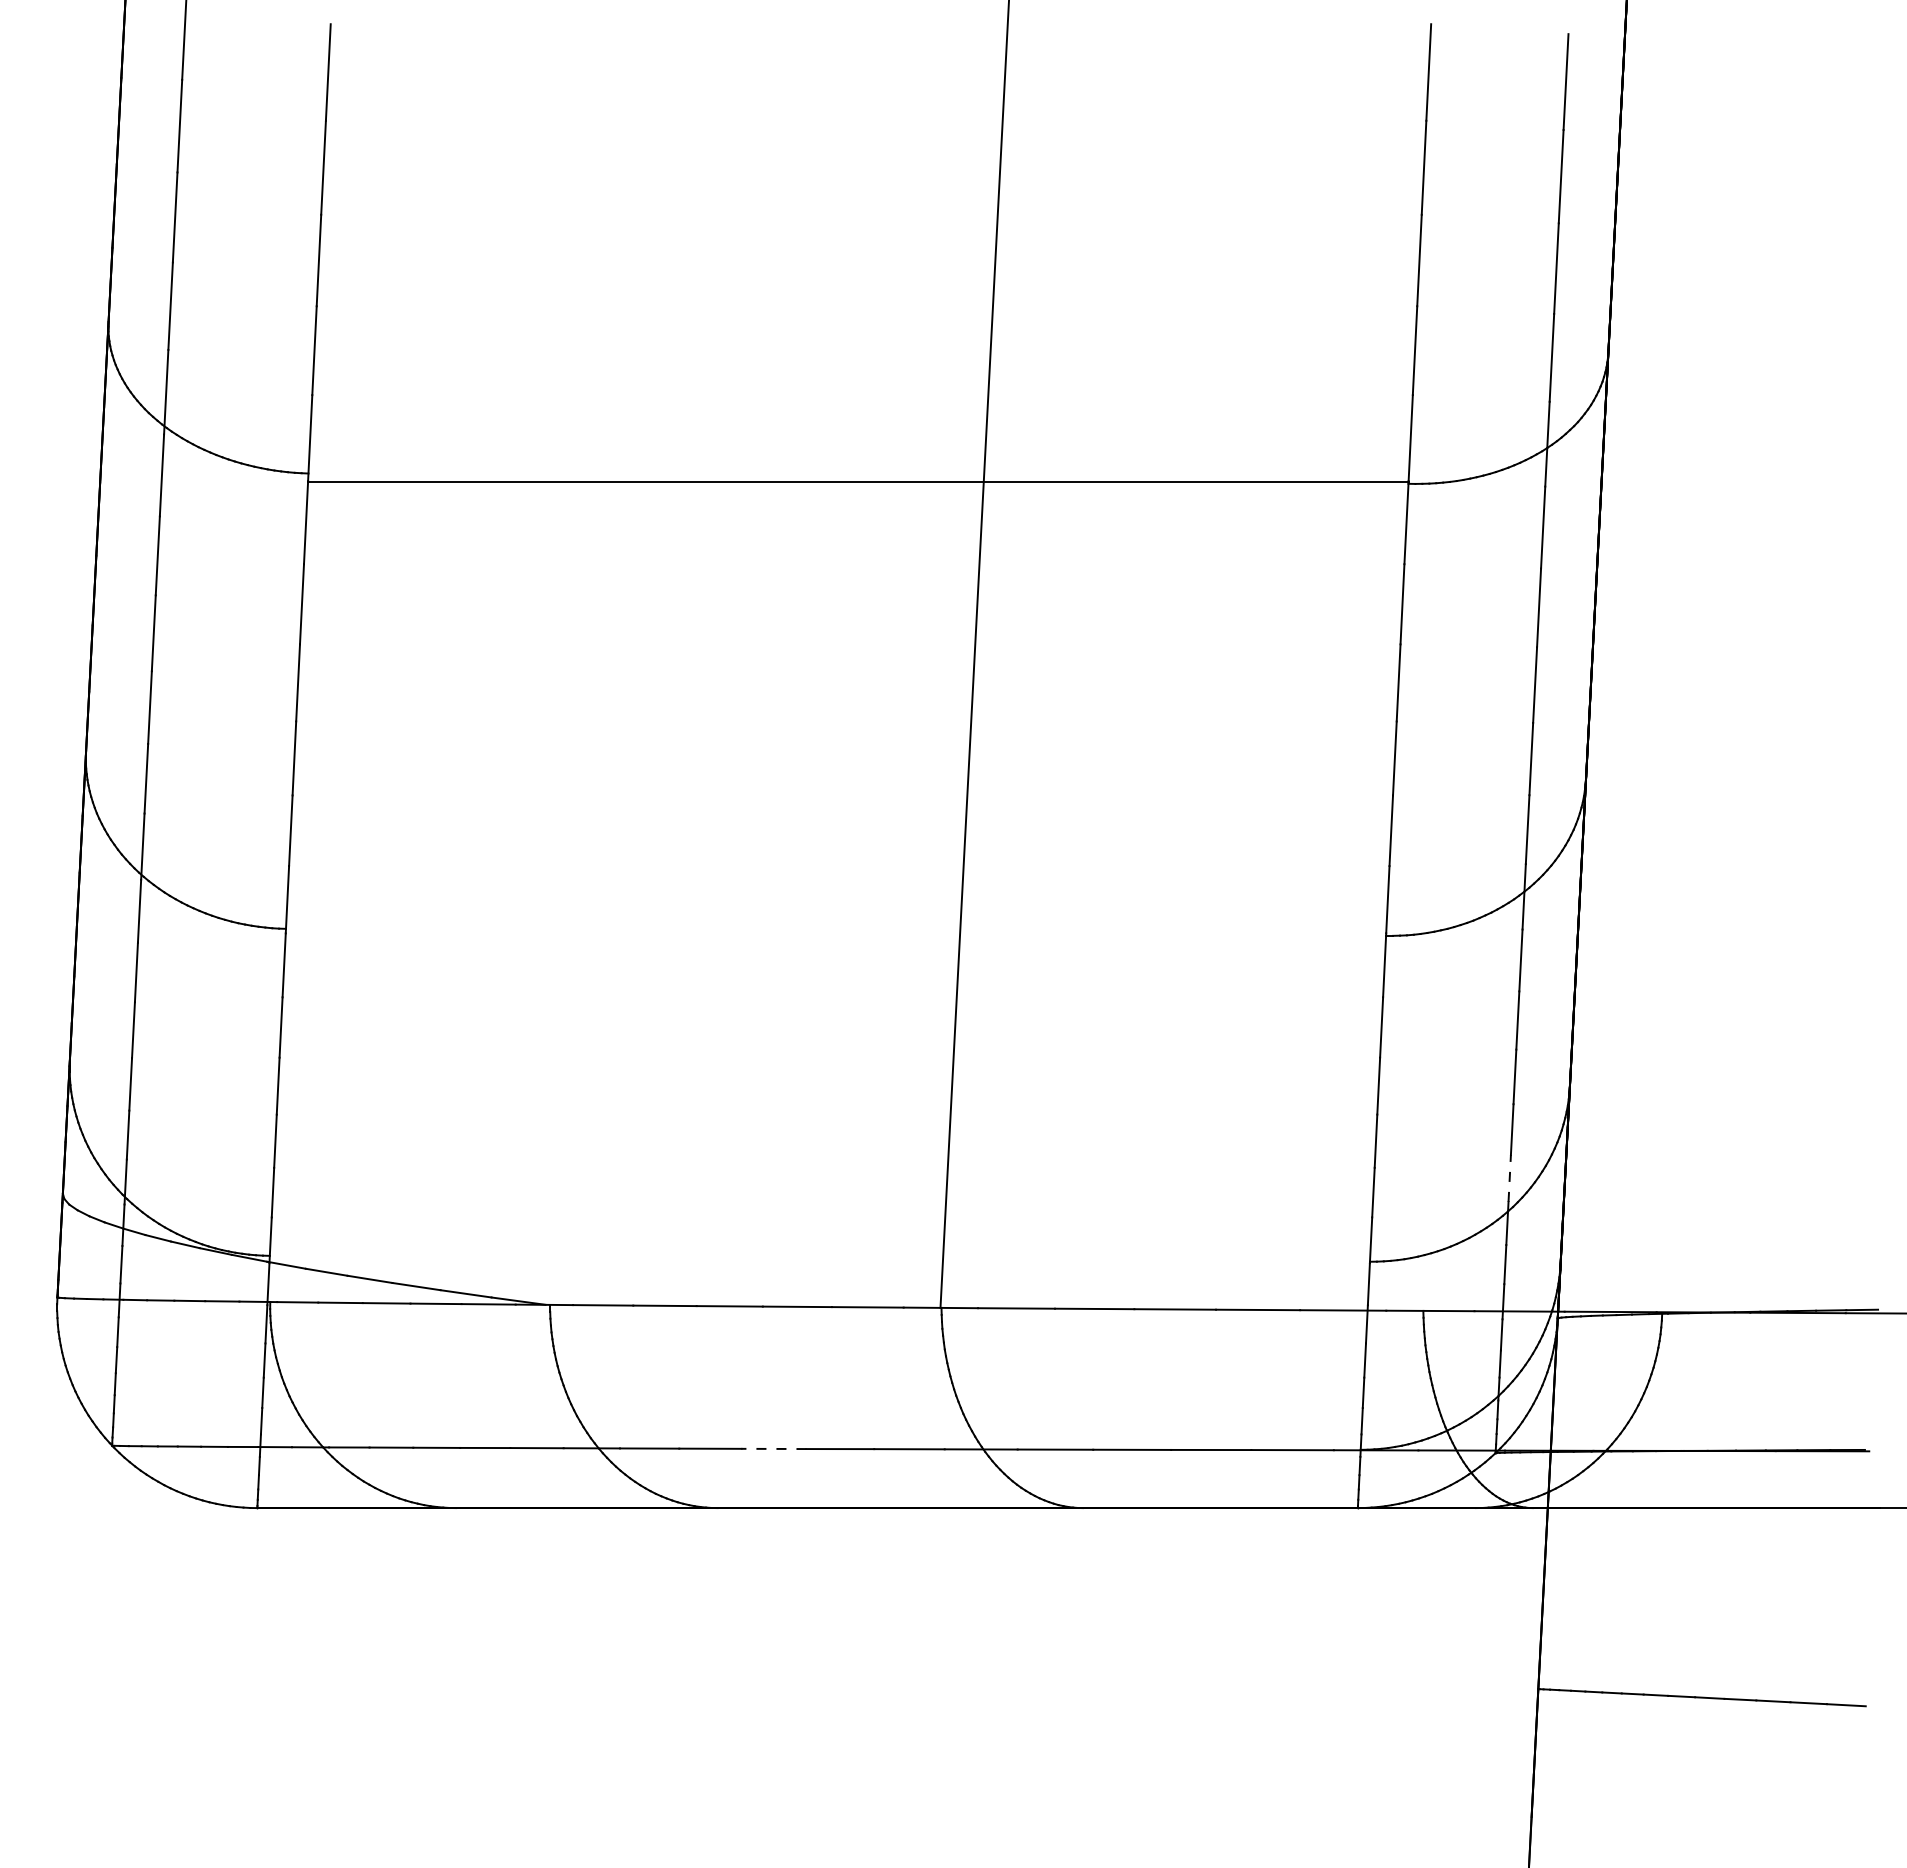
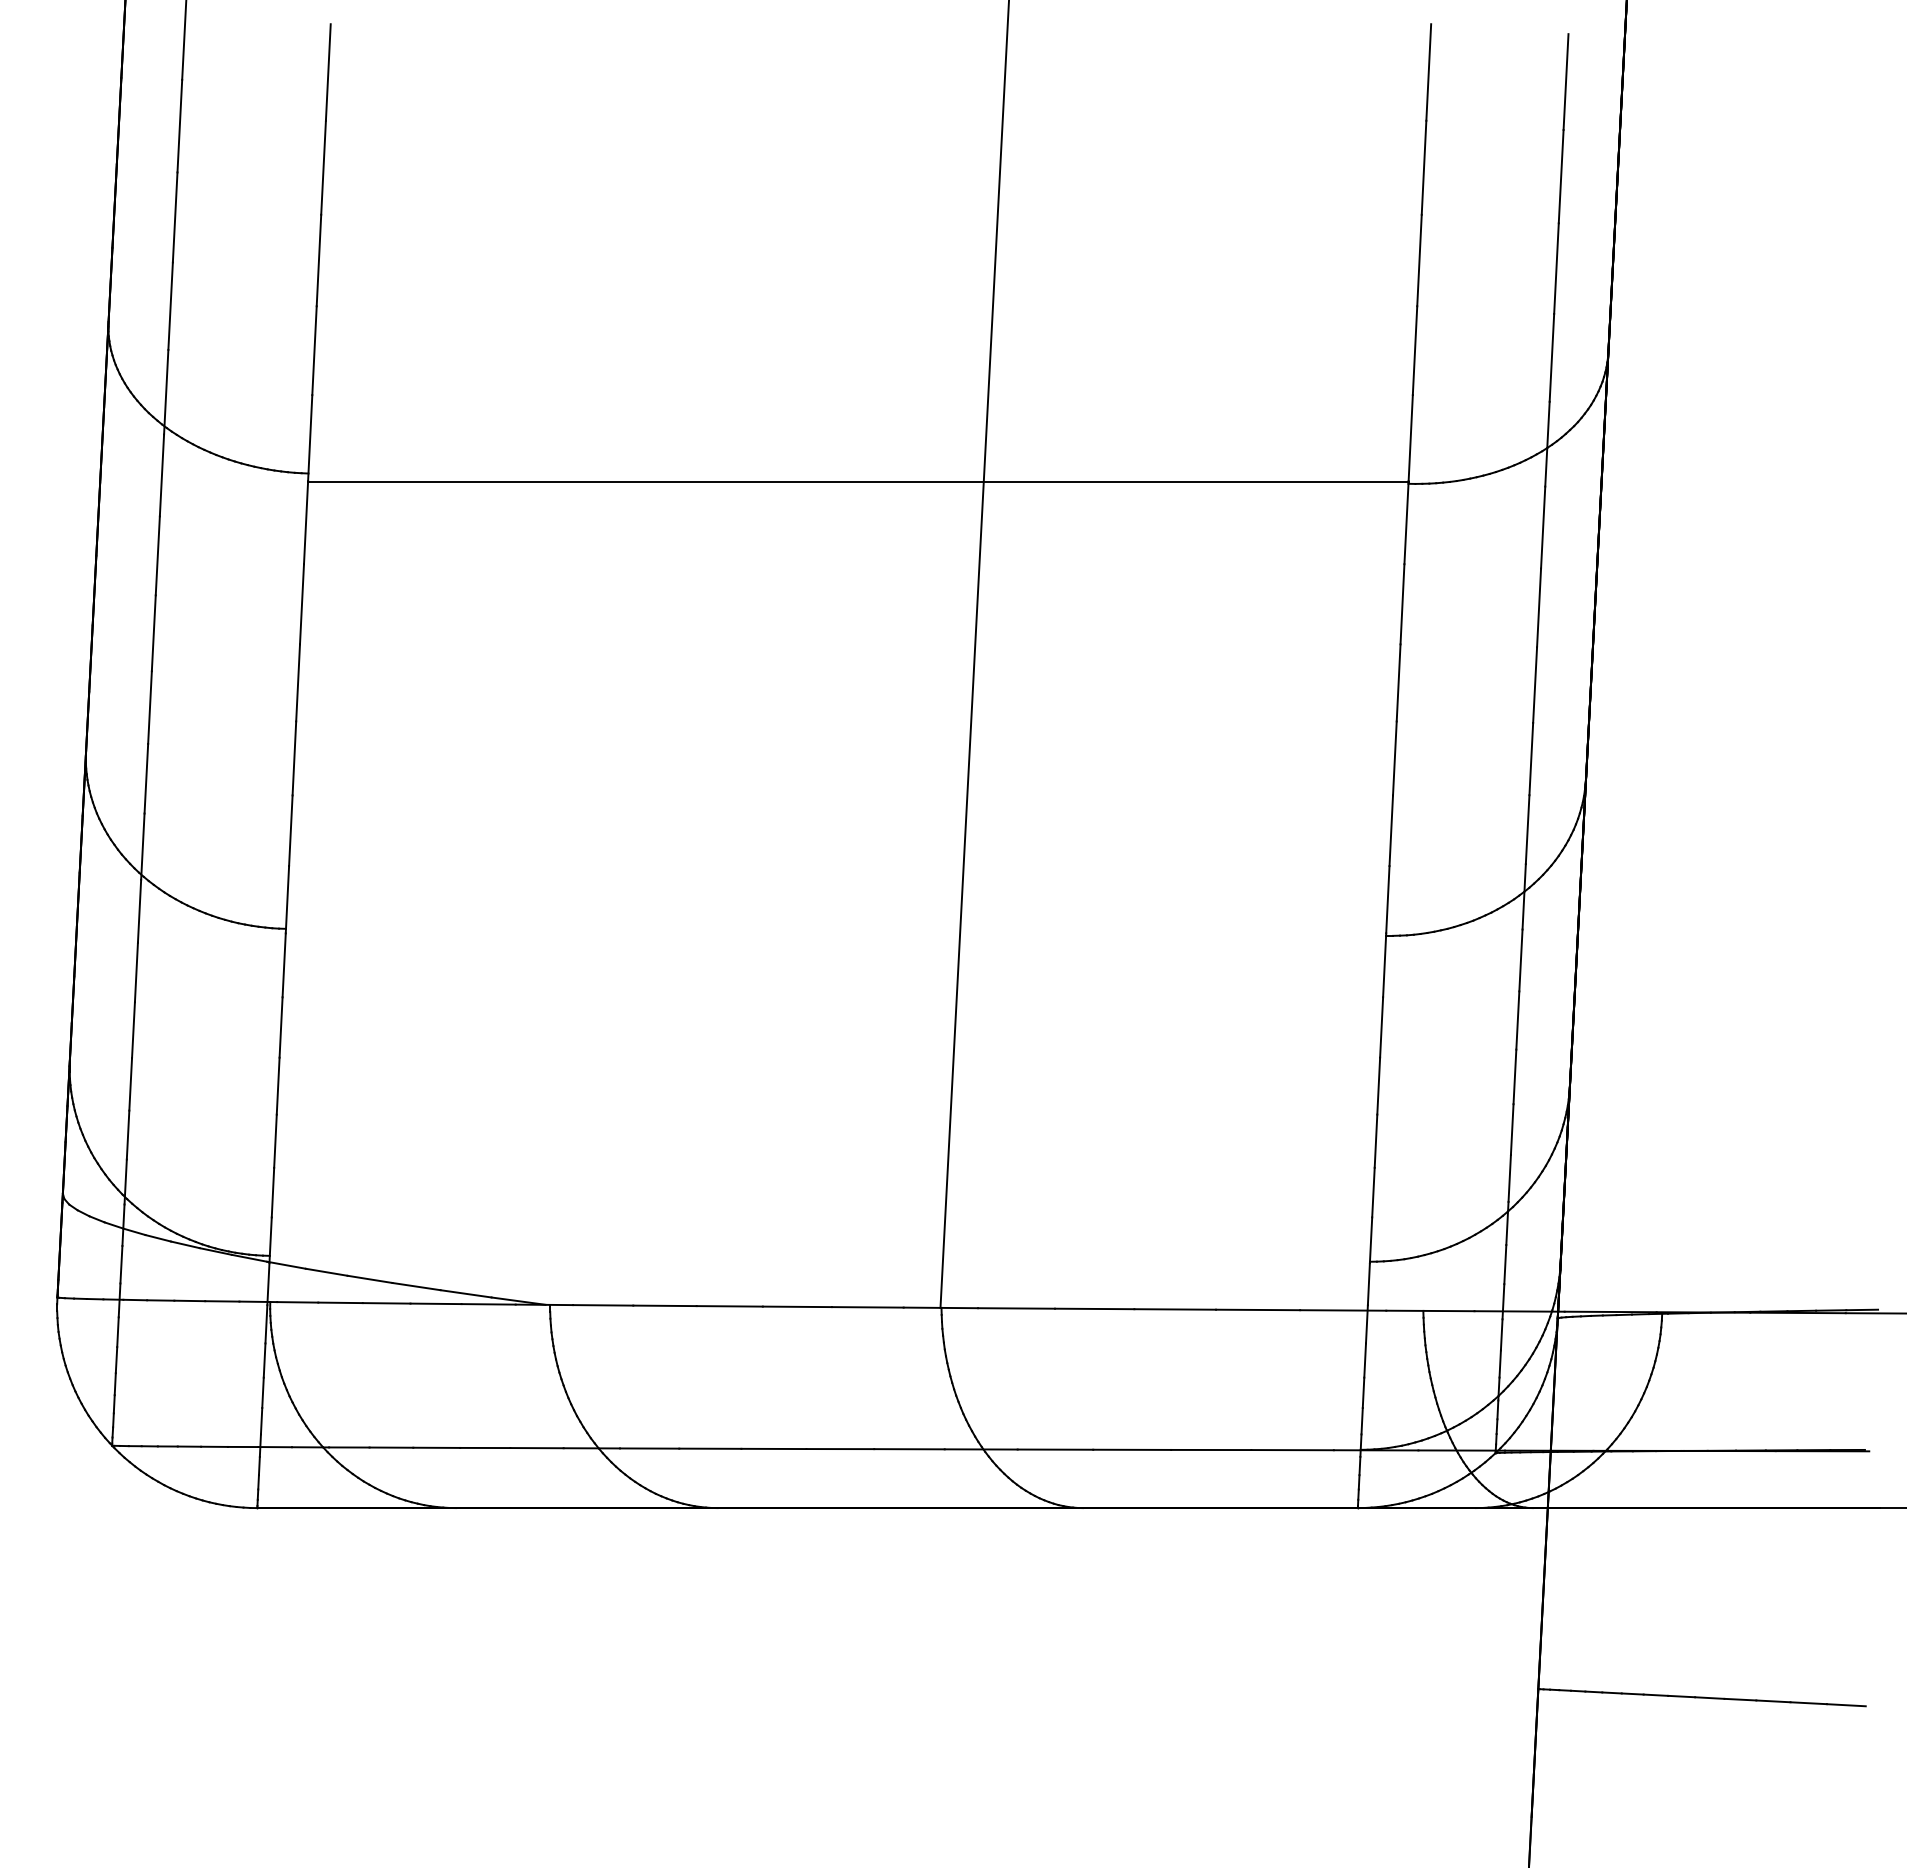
line at (1509, 1178): dashed -> solid
line at (773, 1448): dashed -> solid
